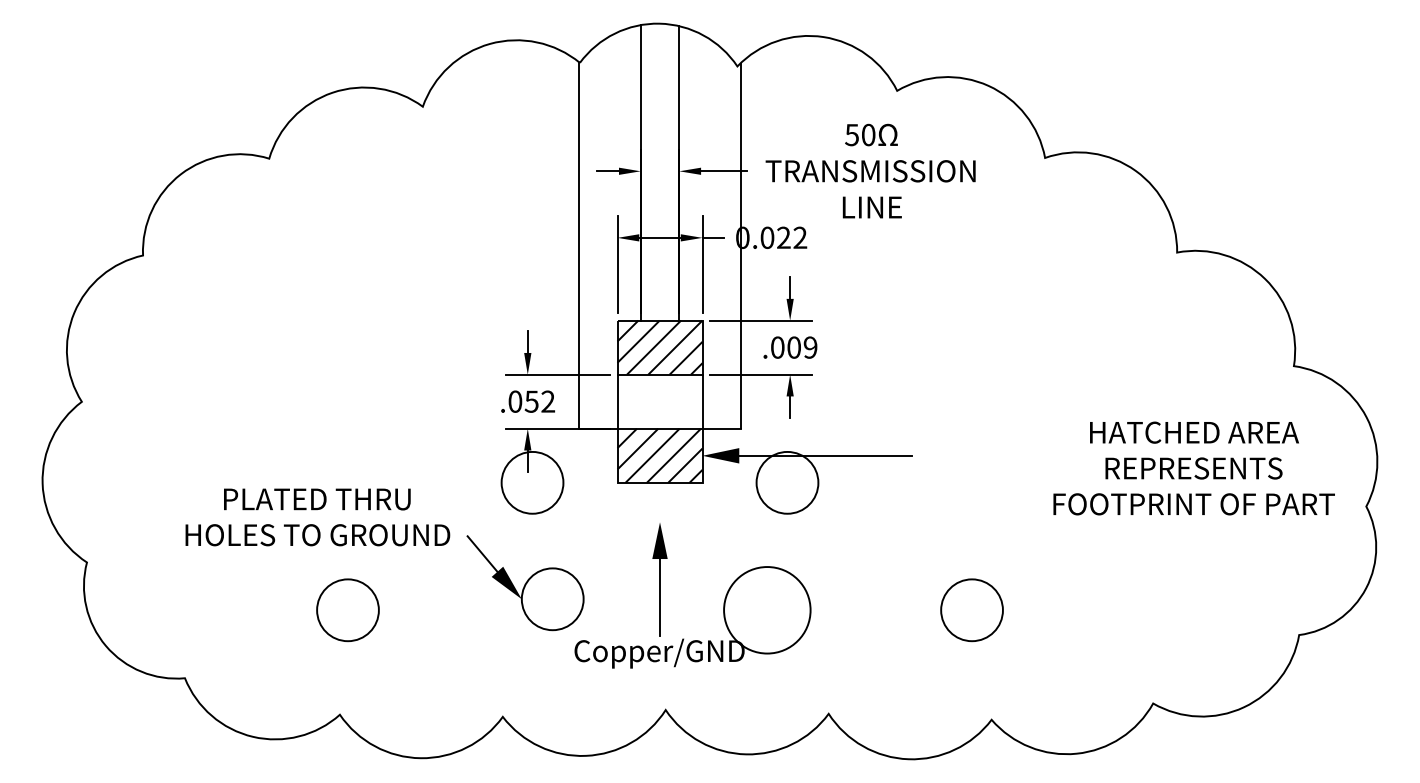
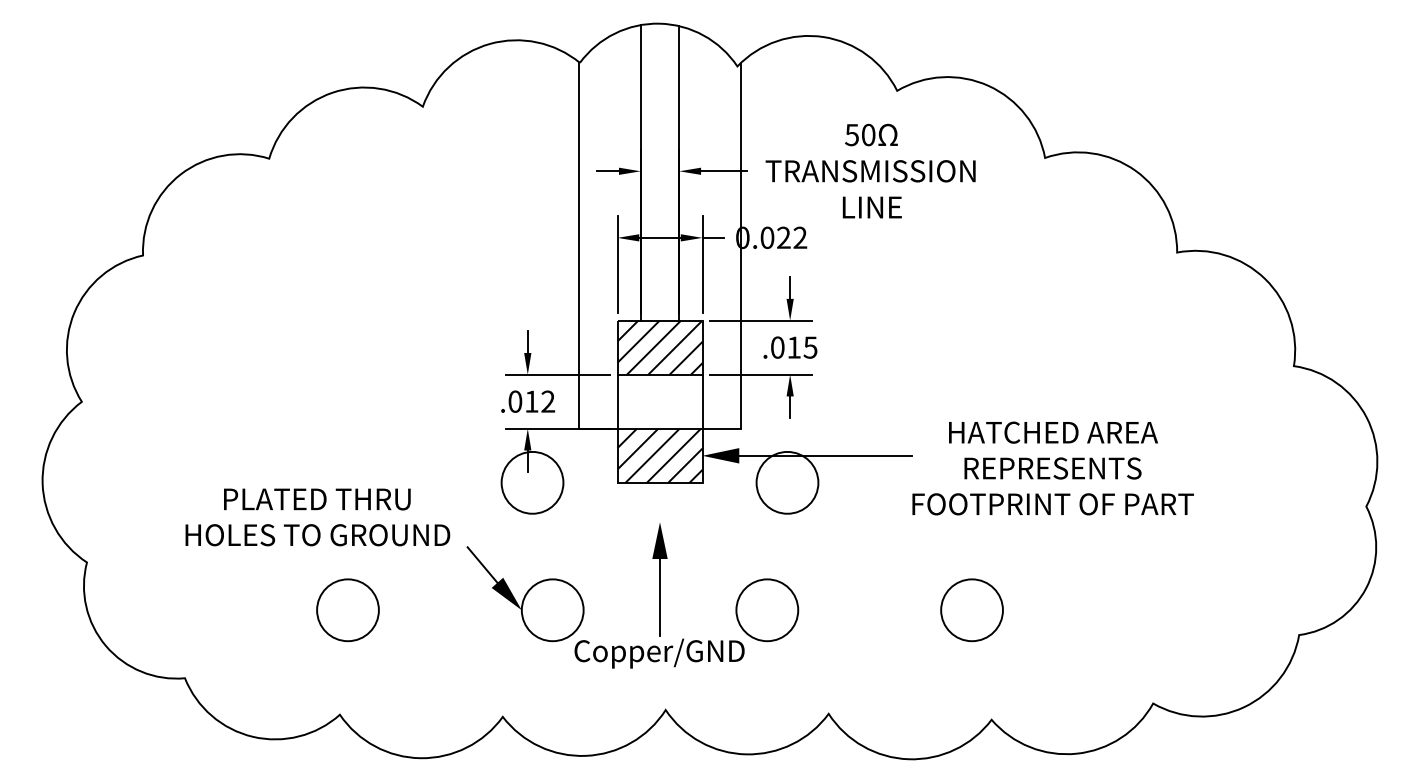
text at (802, 347): .009 -> .015
text at (531, 401): .052 -> .012
text at (1193, 468) position: (1193, 468) -> (1052, 468)
part at (525, 583) position: (525, 583) -> (525, 594)
circle at (767, 610) diameter: 87 px -> 62 px
